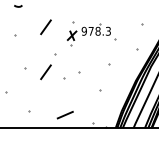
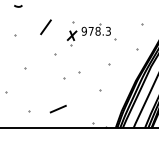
line at (45, 72): present -> none
line at (64, 115) position: (64, 115) -> (57, 109)
